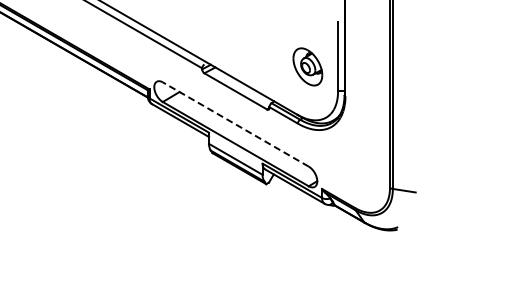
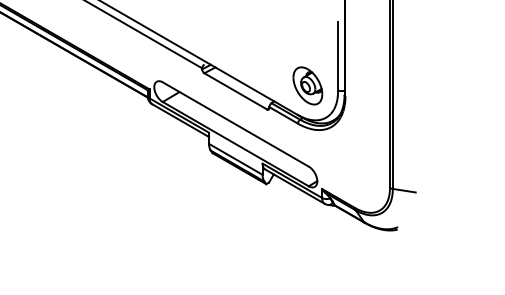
part at (307, 66) position: (307, 66) -> (307, 85)
line at (235, 124): dashed -> solid
